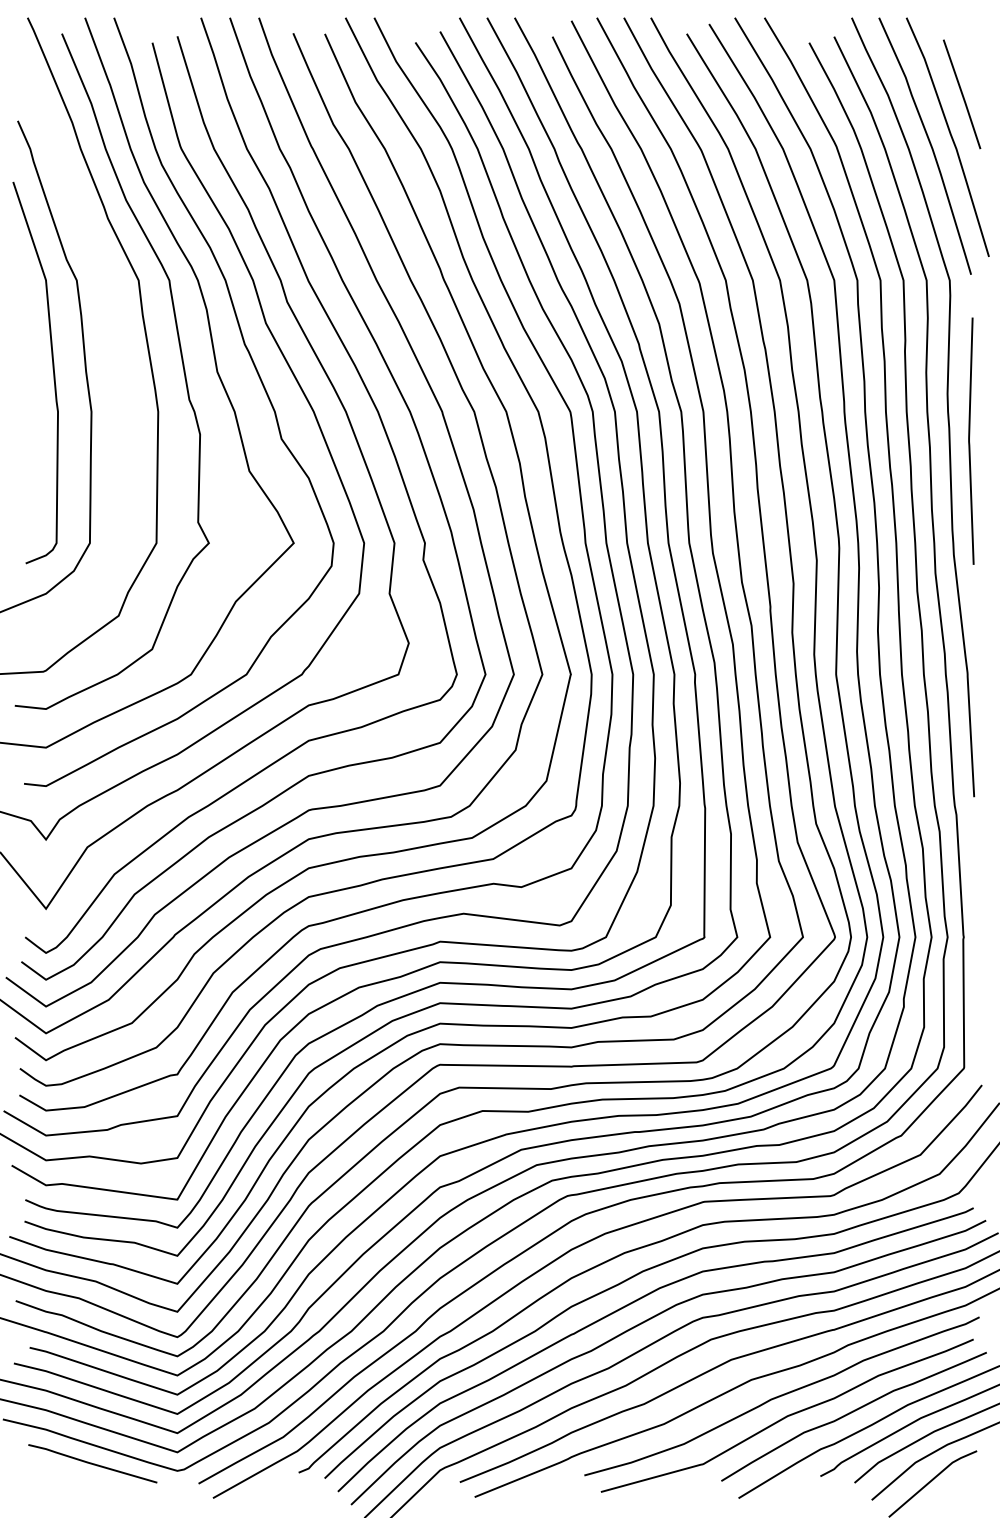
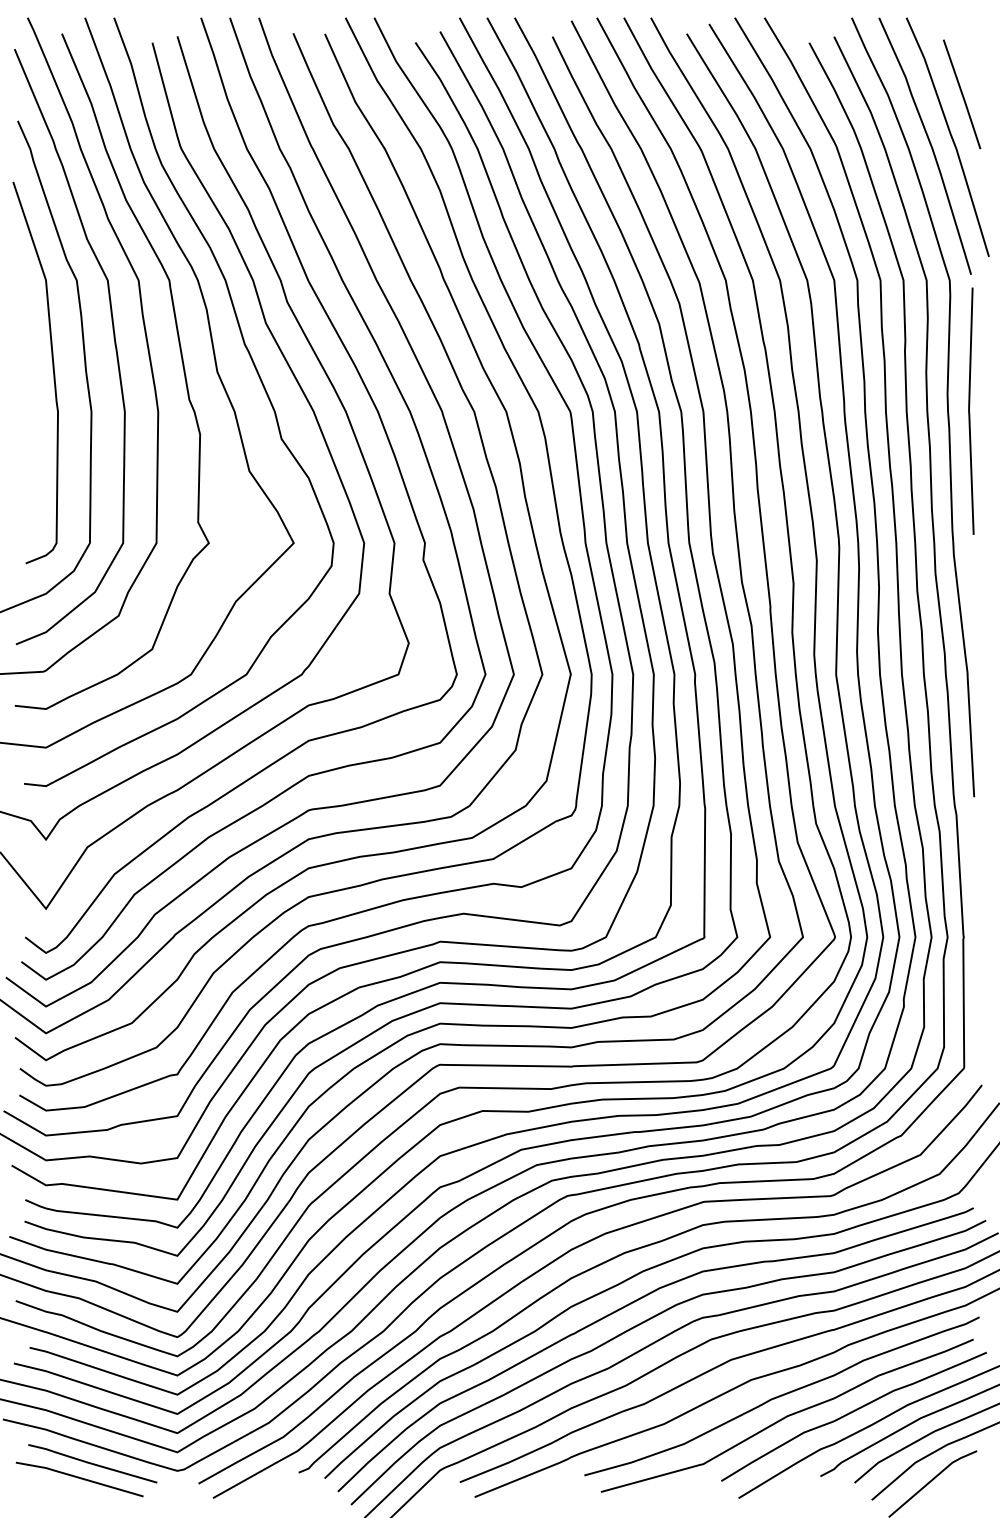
curve at (113, 338): none -> present
line at (969, 440) position: (969, 440) -> (969, 410)
line at (79, 1478): none -> present
